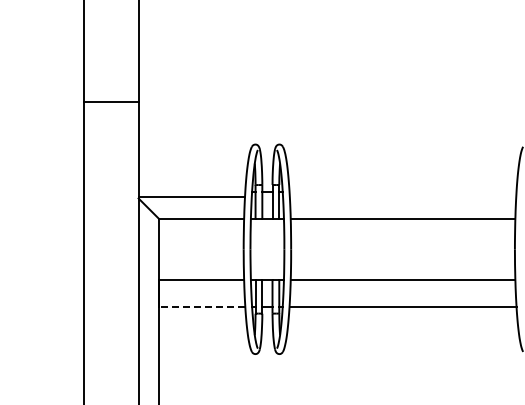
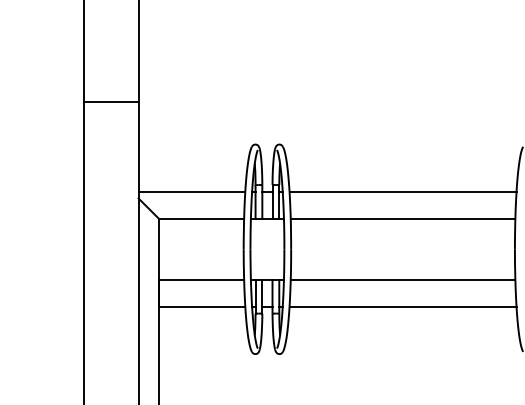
line at (402, 191): none -> present
line at (191, 196) position: (191, 196) -> (191, 191)
line at (201, 306): dashed -> solid
